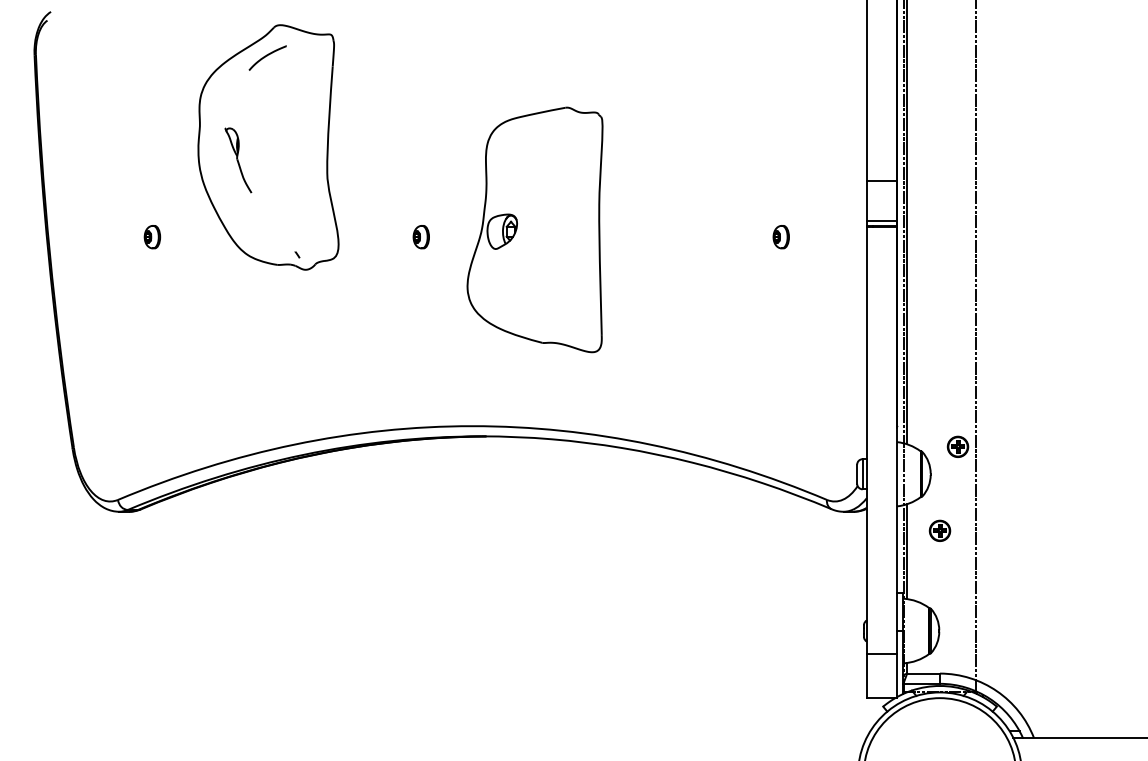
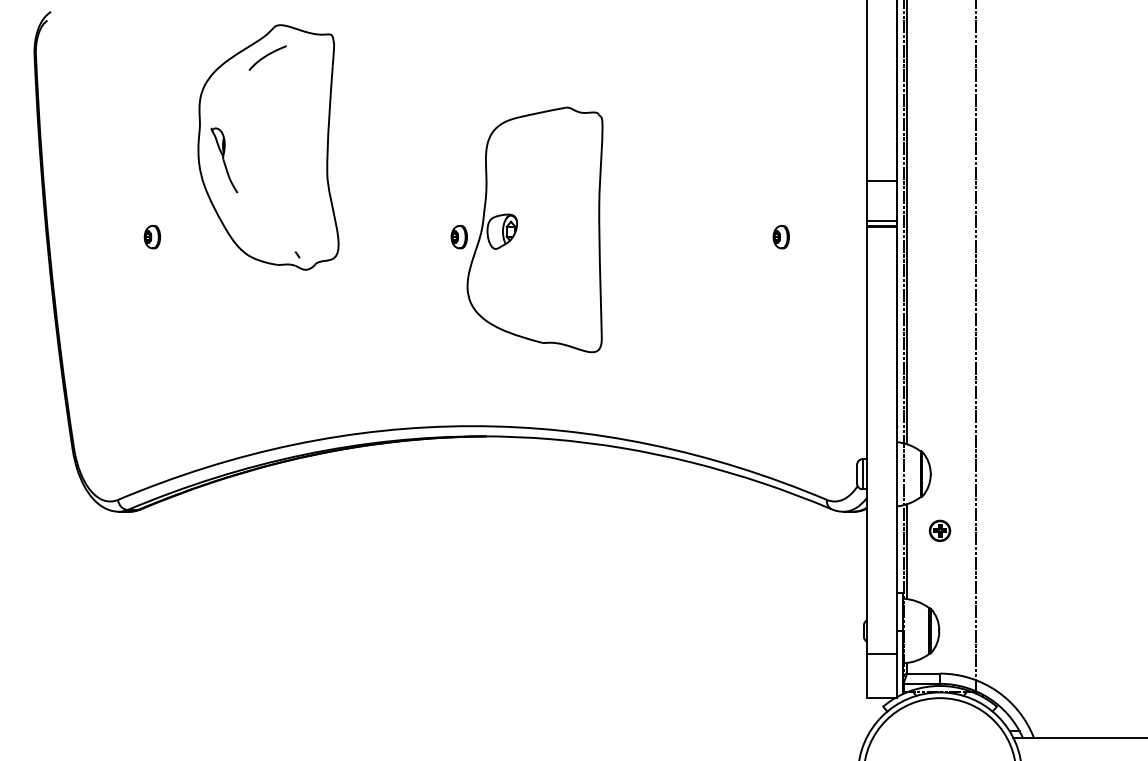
part at (238, 160) position: (238, 160) -> (224, 160)
part at (420, 237) position: (420, 237) -> (458, 237)
part at (957, 446): present -> none
